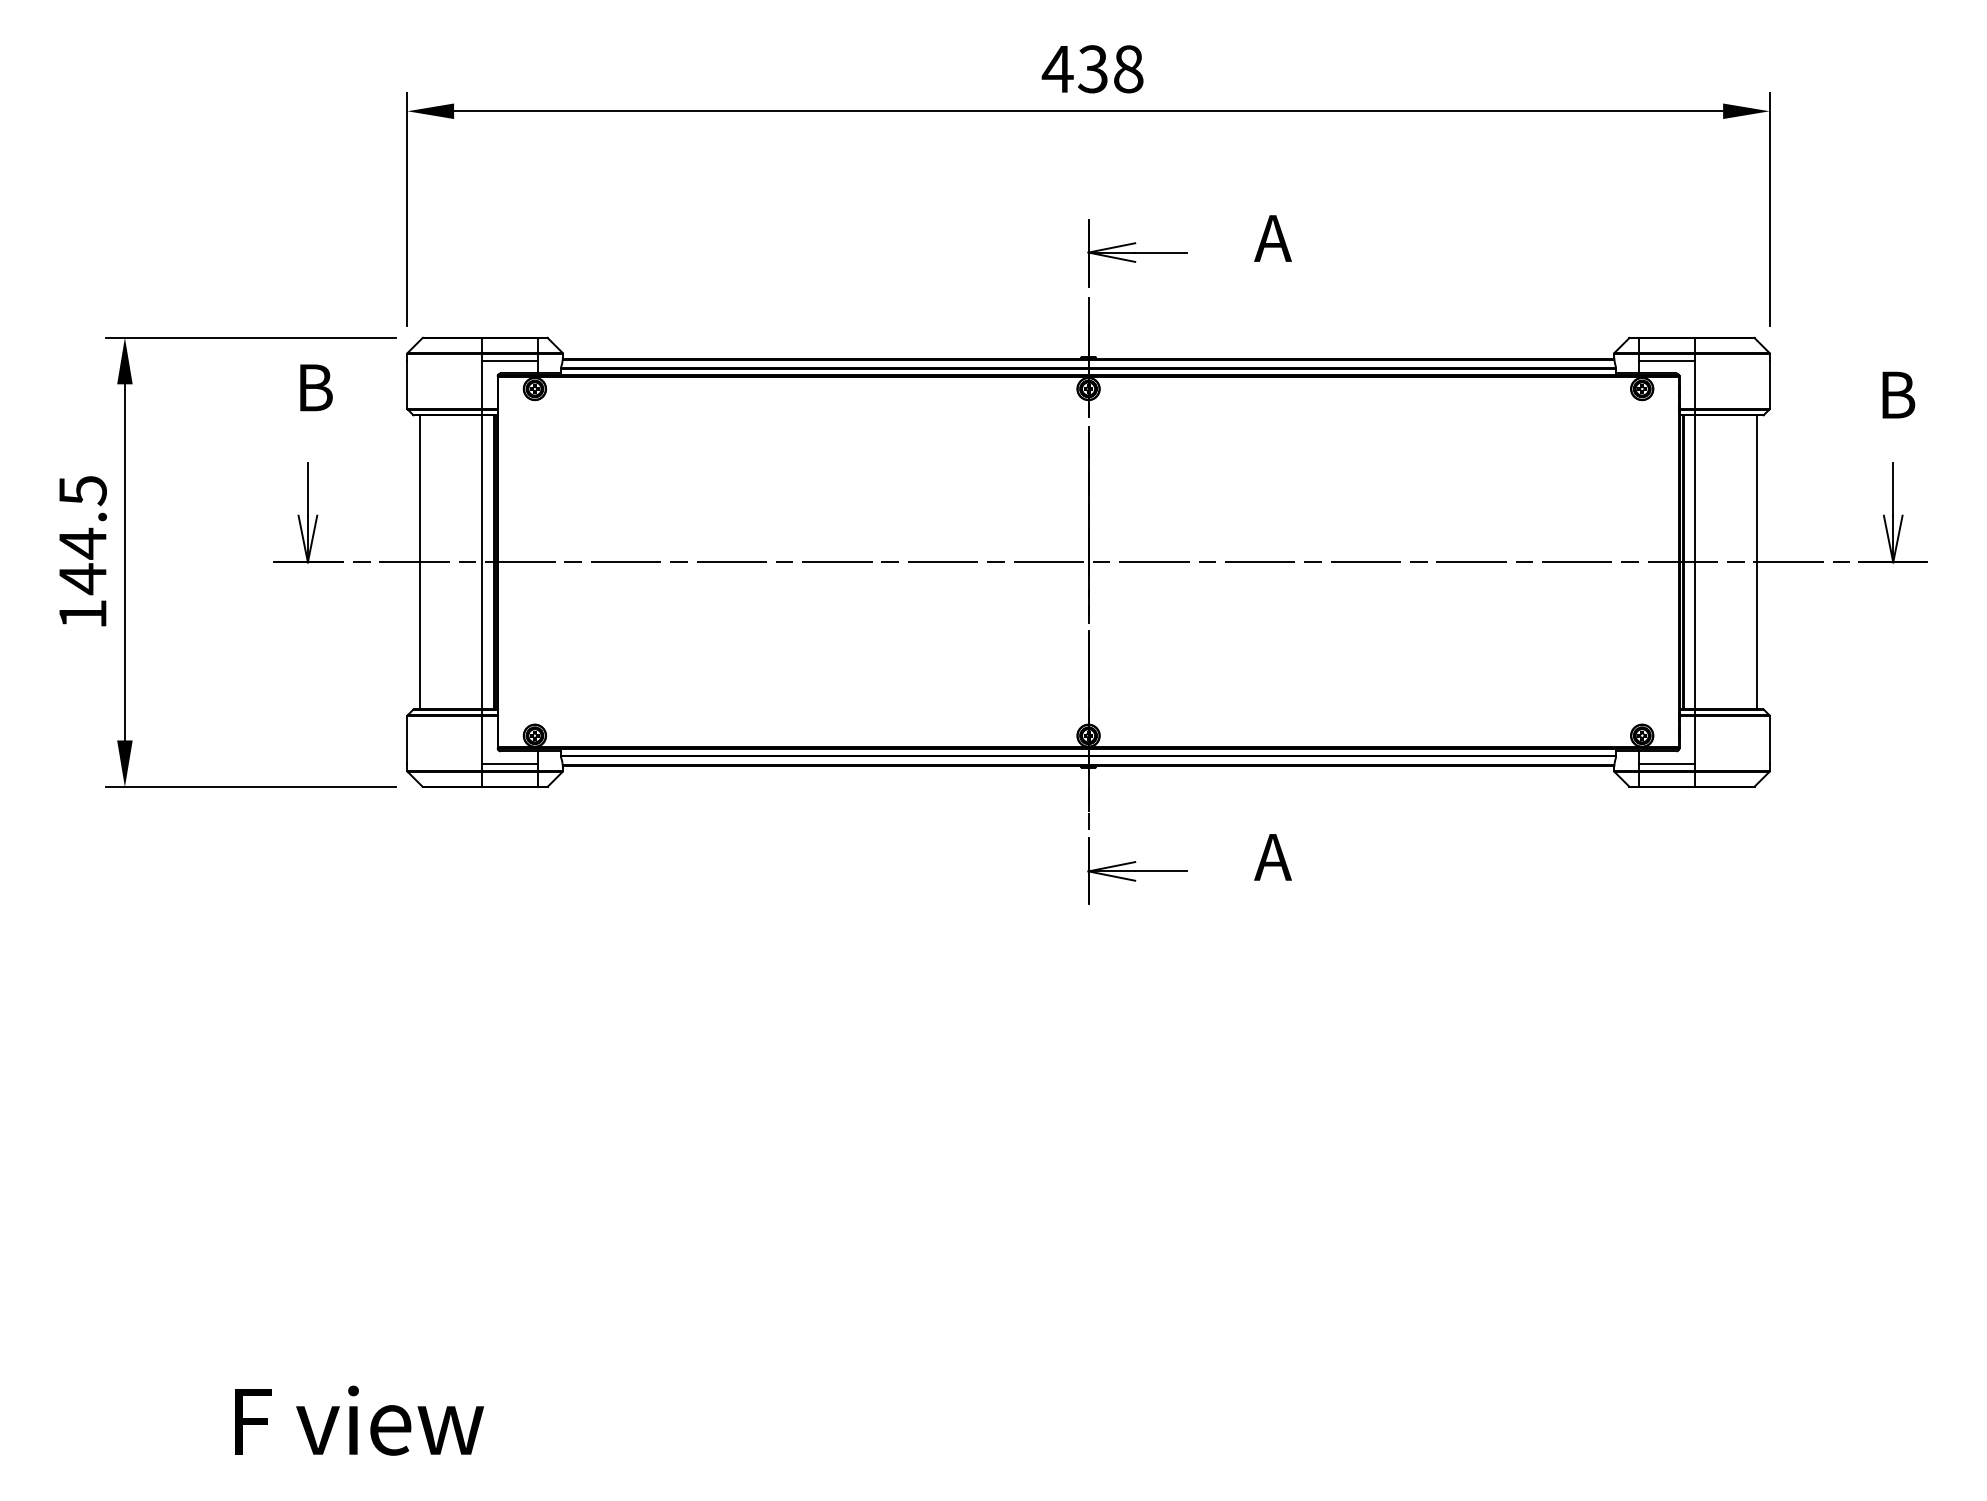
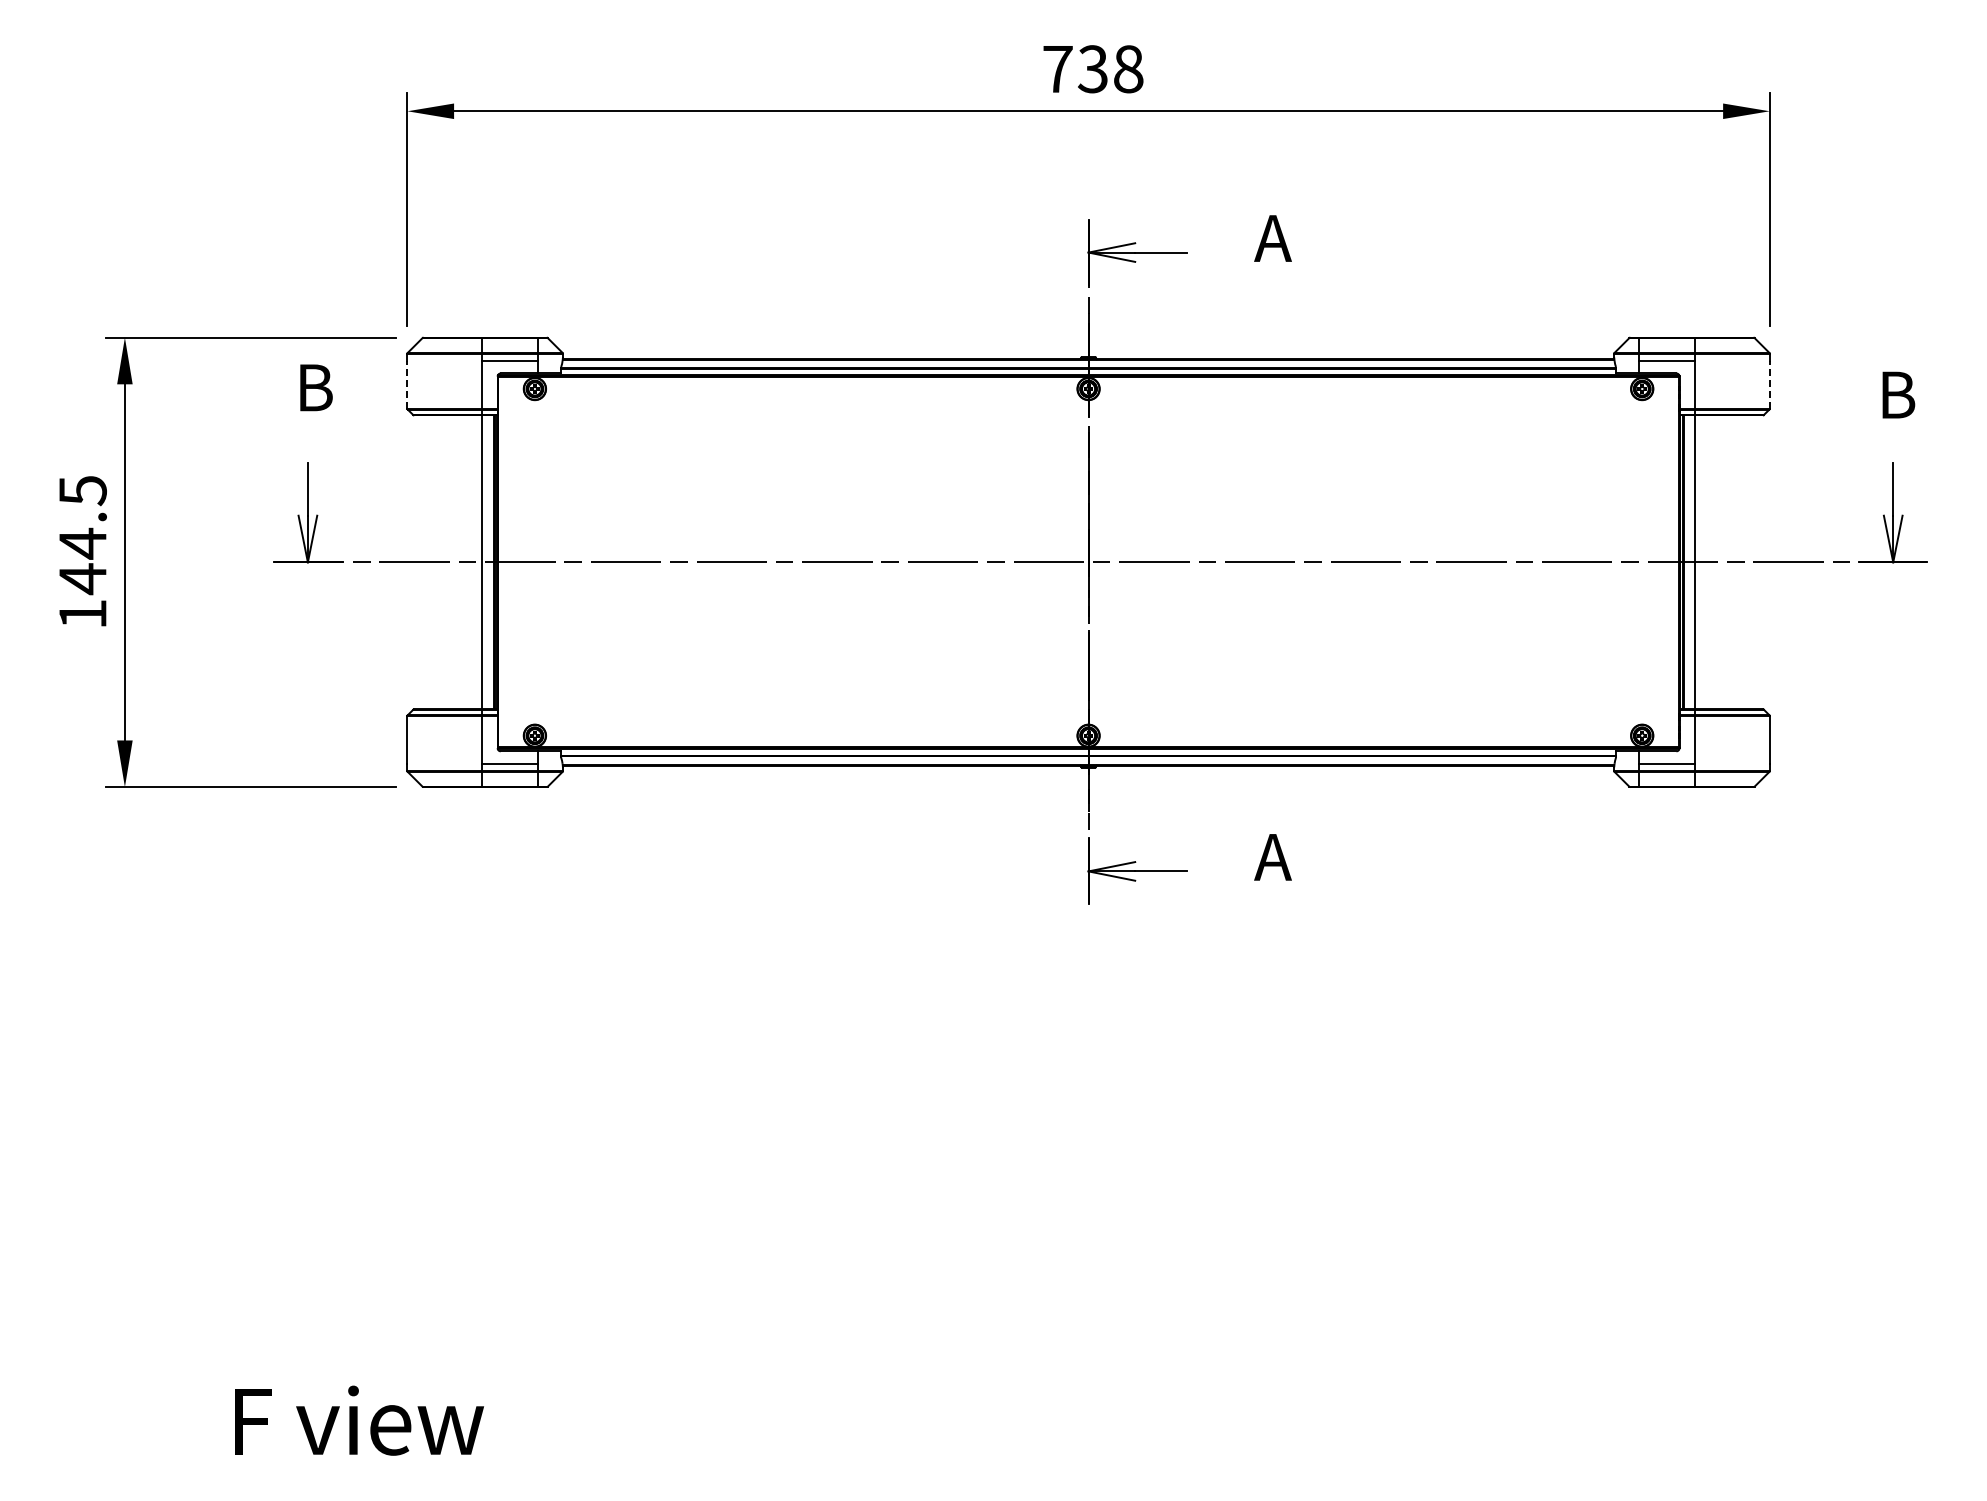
text at (1057, 69): 438 -> 738
line at (407, 384): solid -> dashed
line at (1769, 384): solid -> dashed
line at (419, 562): present -> none
line at (1757, 562): present -> none
